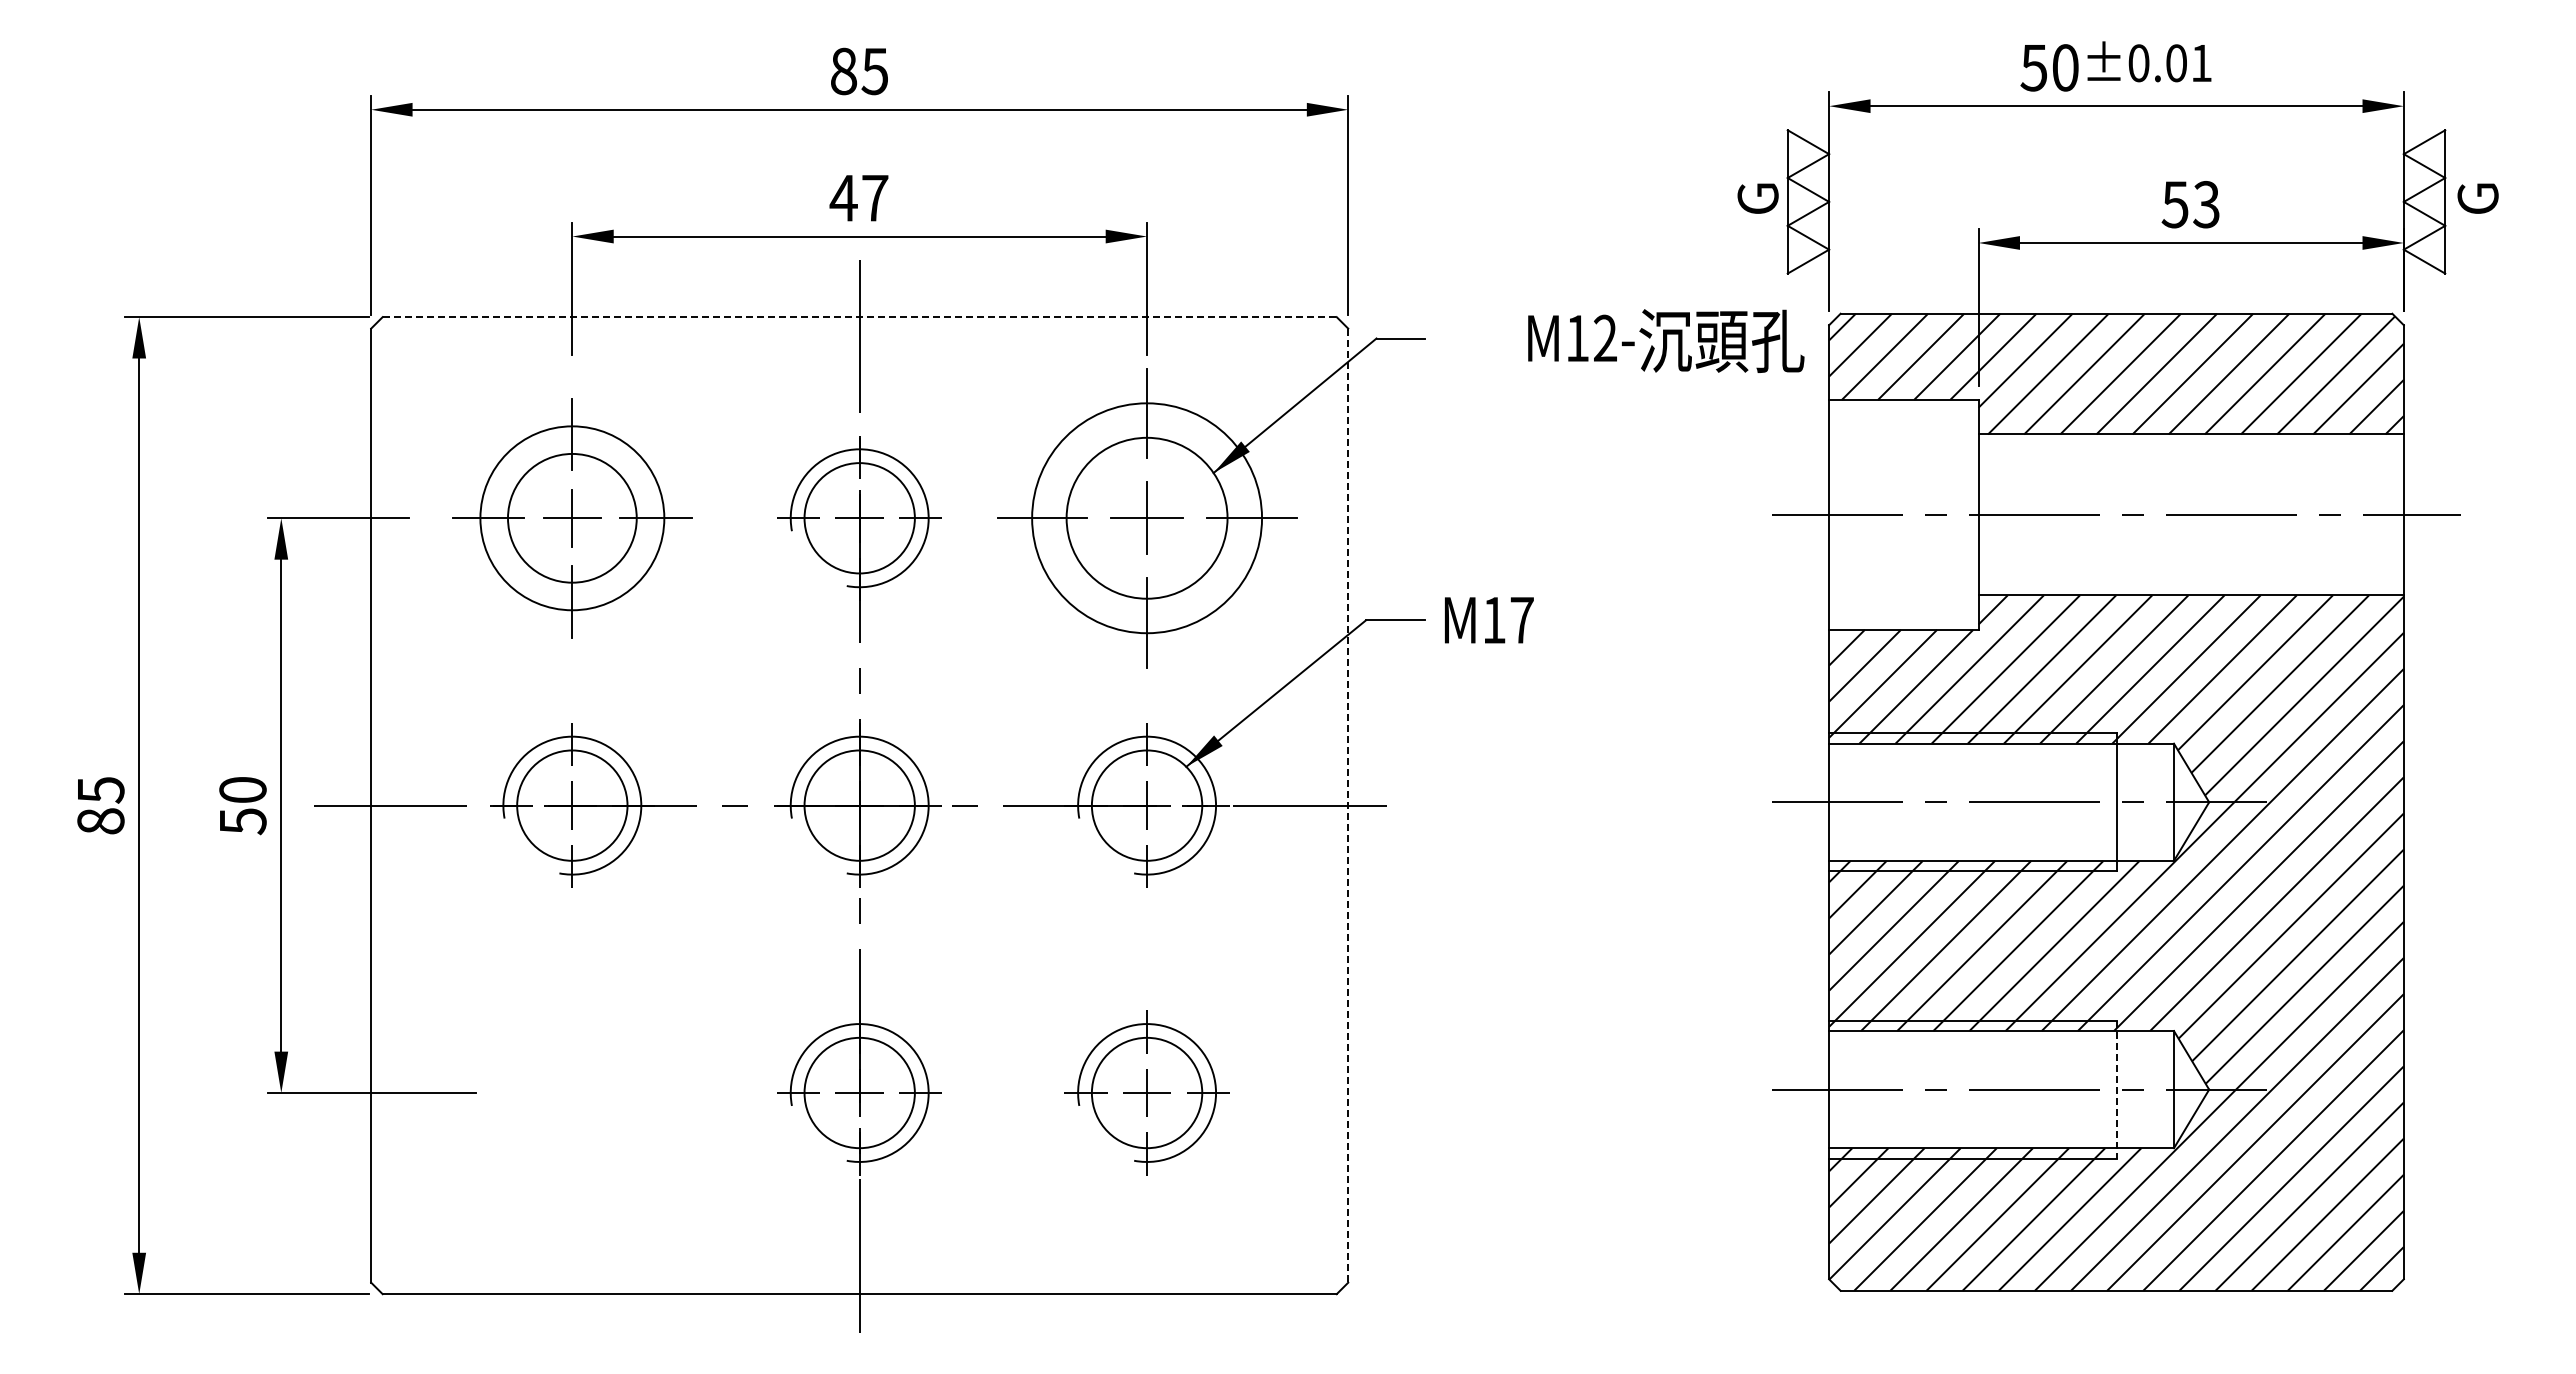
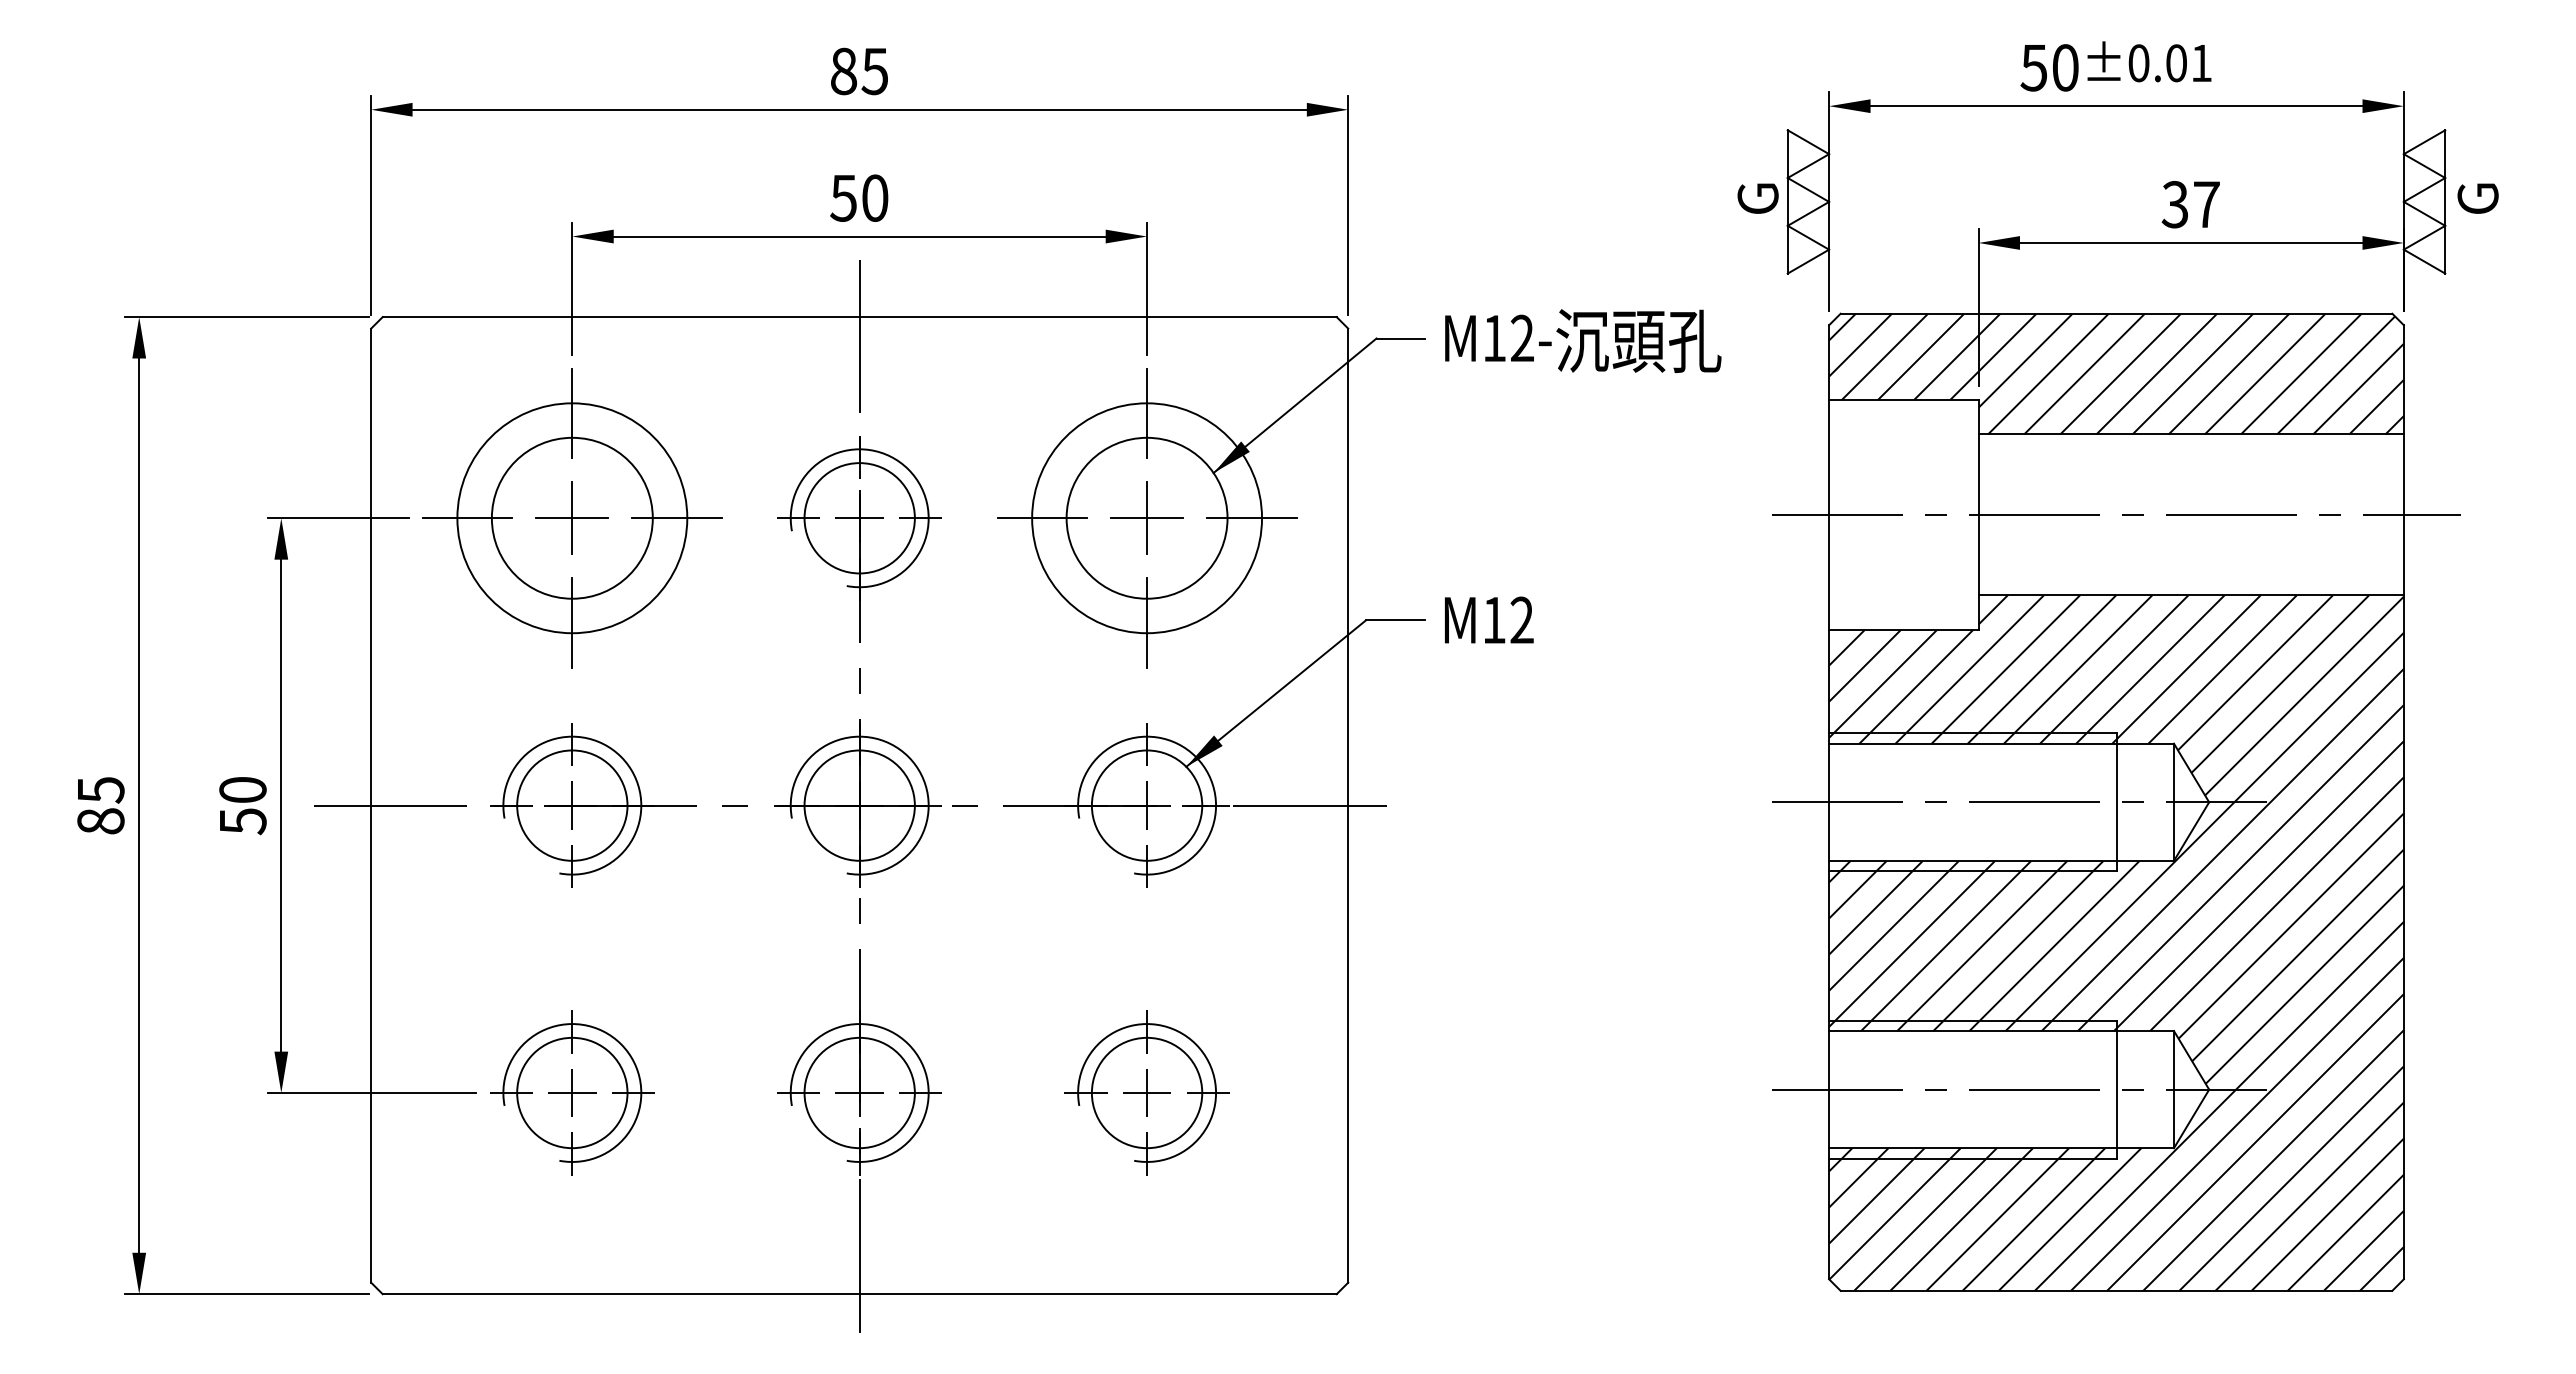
text at (858, 197): 47 -> 50
text at (2190, 204): 53 -> 37
line at (860, 317): dashed -> solid
text at (1666, 340) position: (1666, 340) -> (1583, 340)
part at (572, 518) size: 241x241 px -> 301x301 px
text at (1521, 619): M17 -> M12
line at (1348, 806): dashed -> solid
line at (2116, 1089): dashed -> solid
part at (572, 1092): none -> present
